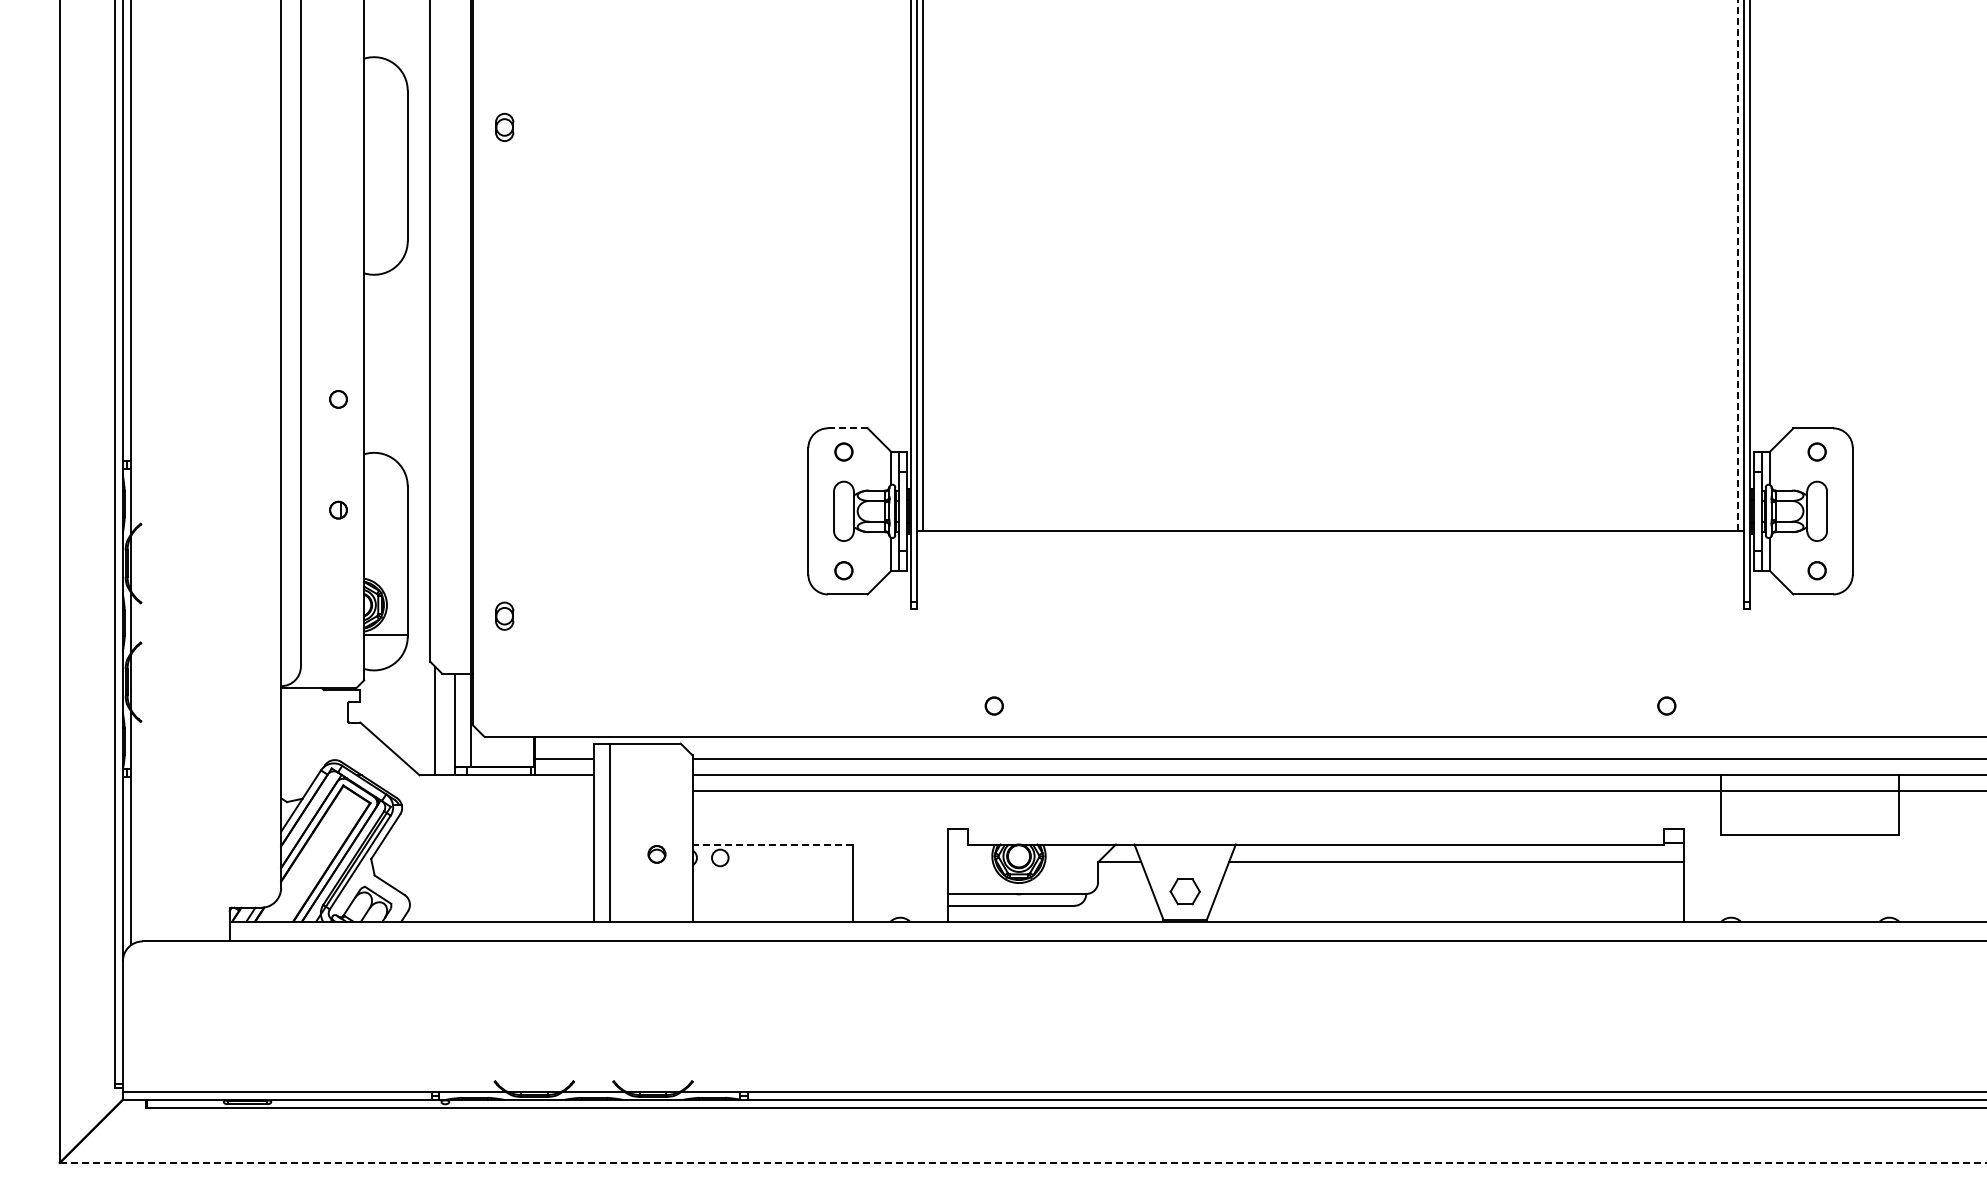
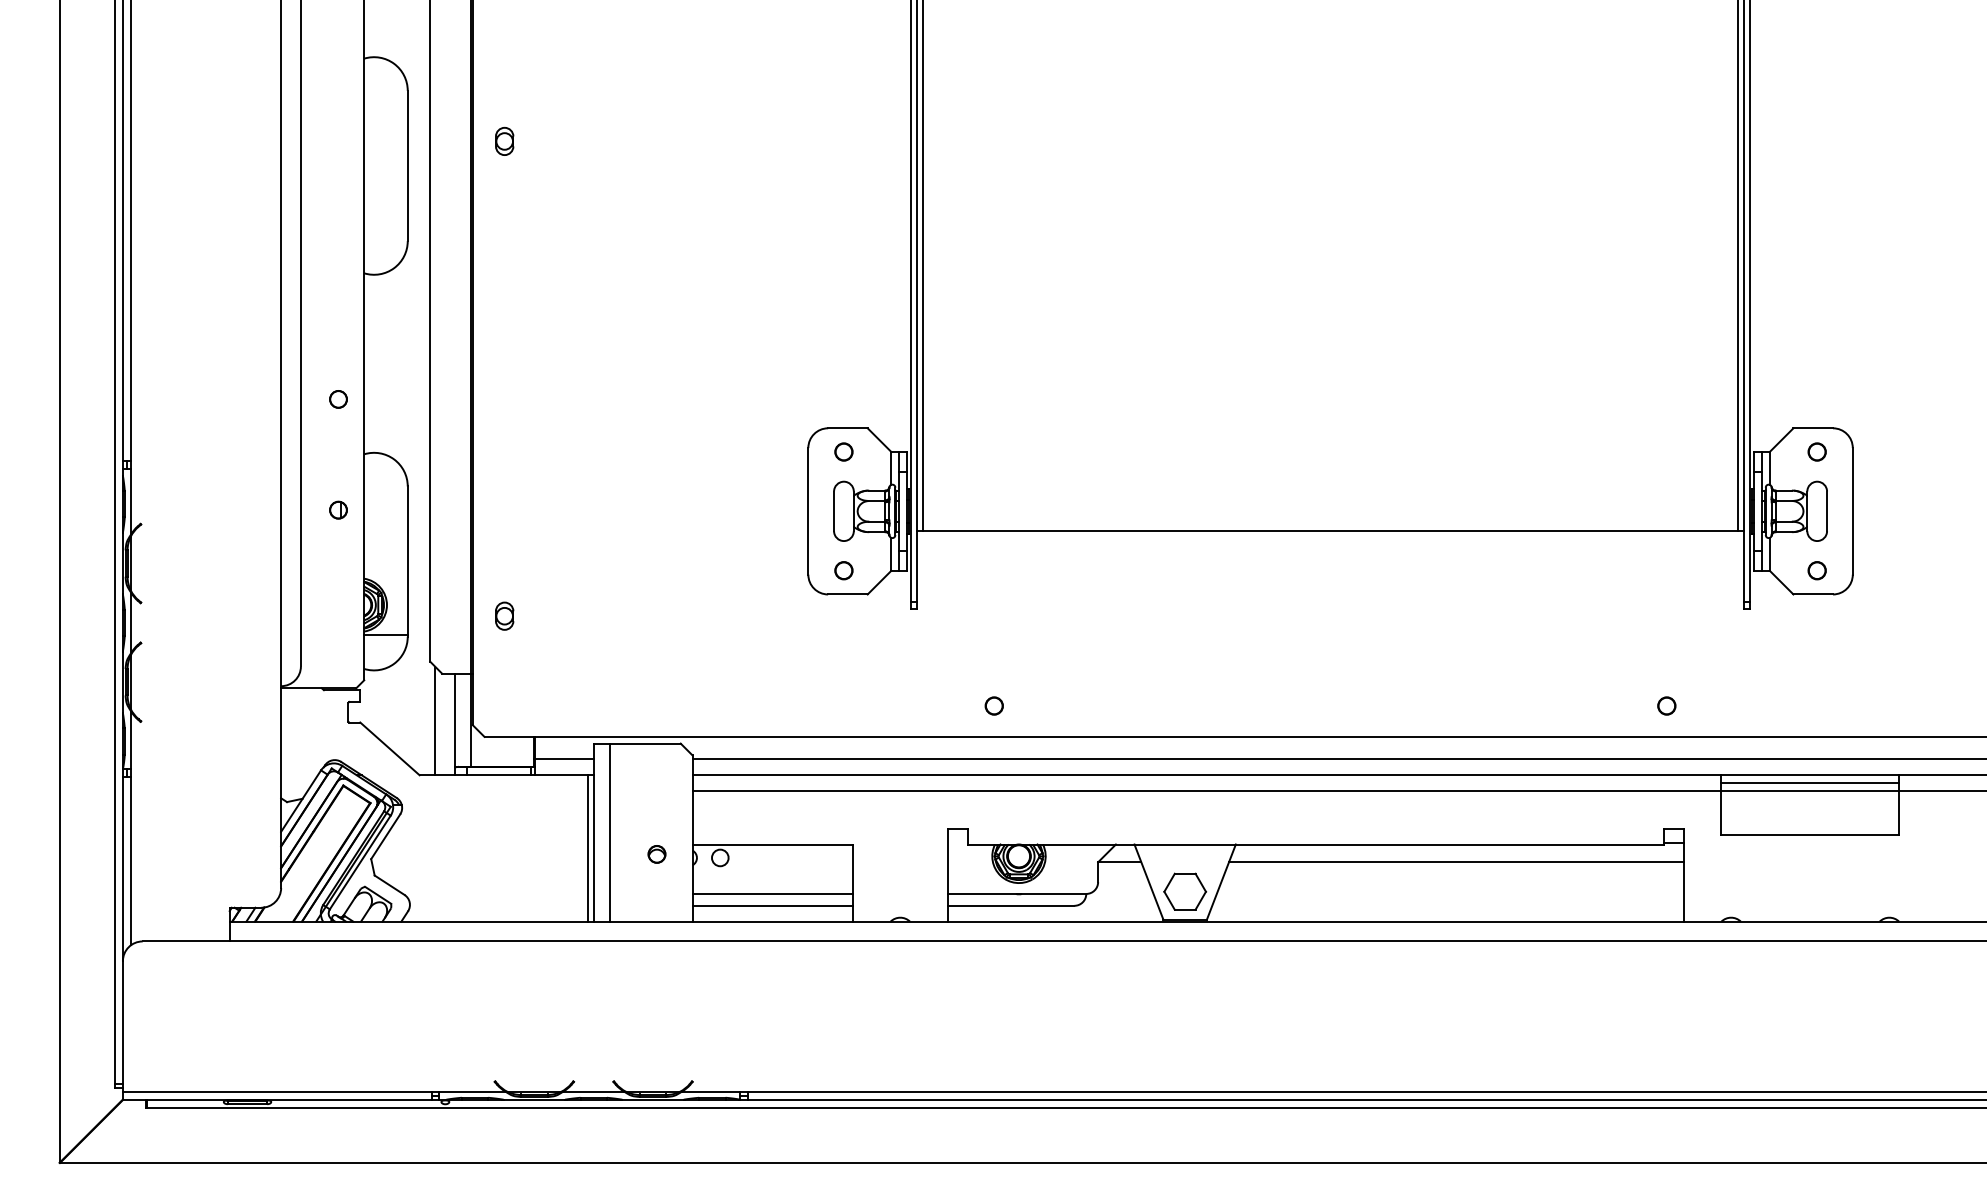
part at (504, 126) position: (504, 126) -> (504, 140)
line at (1738, 265): dashed -> solid
line at (847, 428): dashed -> solid
line at (1810, 783): none -> present
line at (772, 844): dashed -> solid
line at (587, 848): none -> present
part at (1184, 891) size: 32x28 px -> 45x39 px
line at (772, 893): none -> present
line at (772, 905): none -> present
line at (1023, 1162): dashed -> solid
